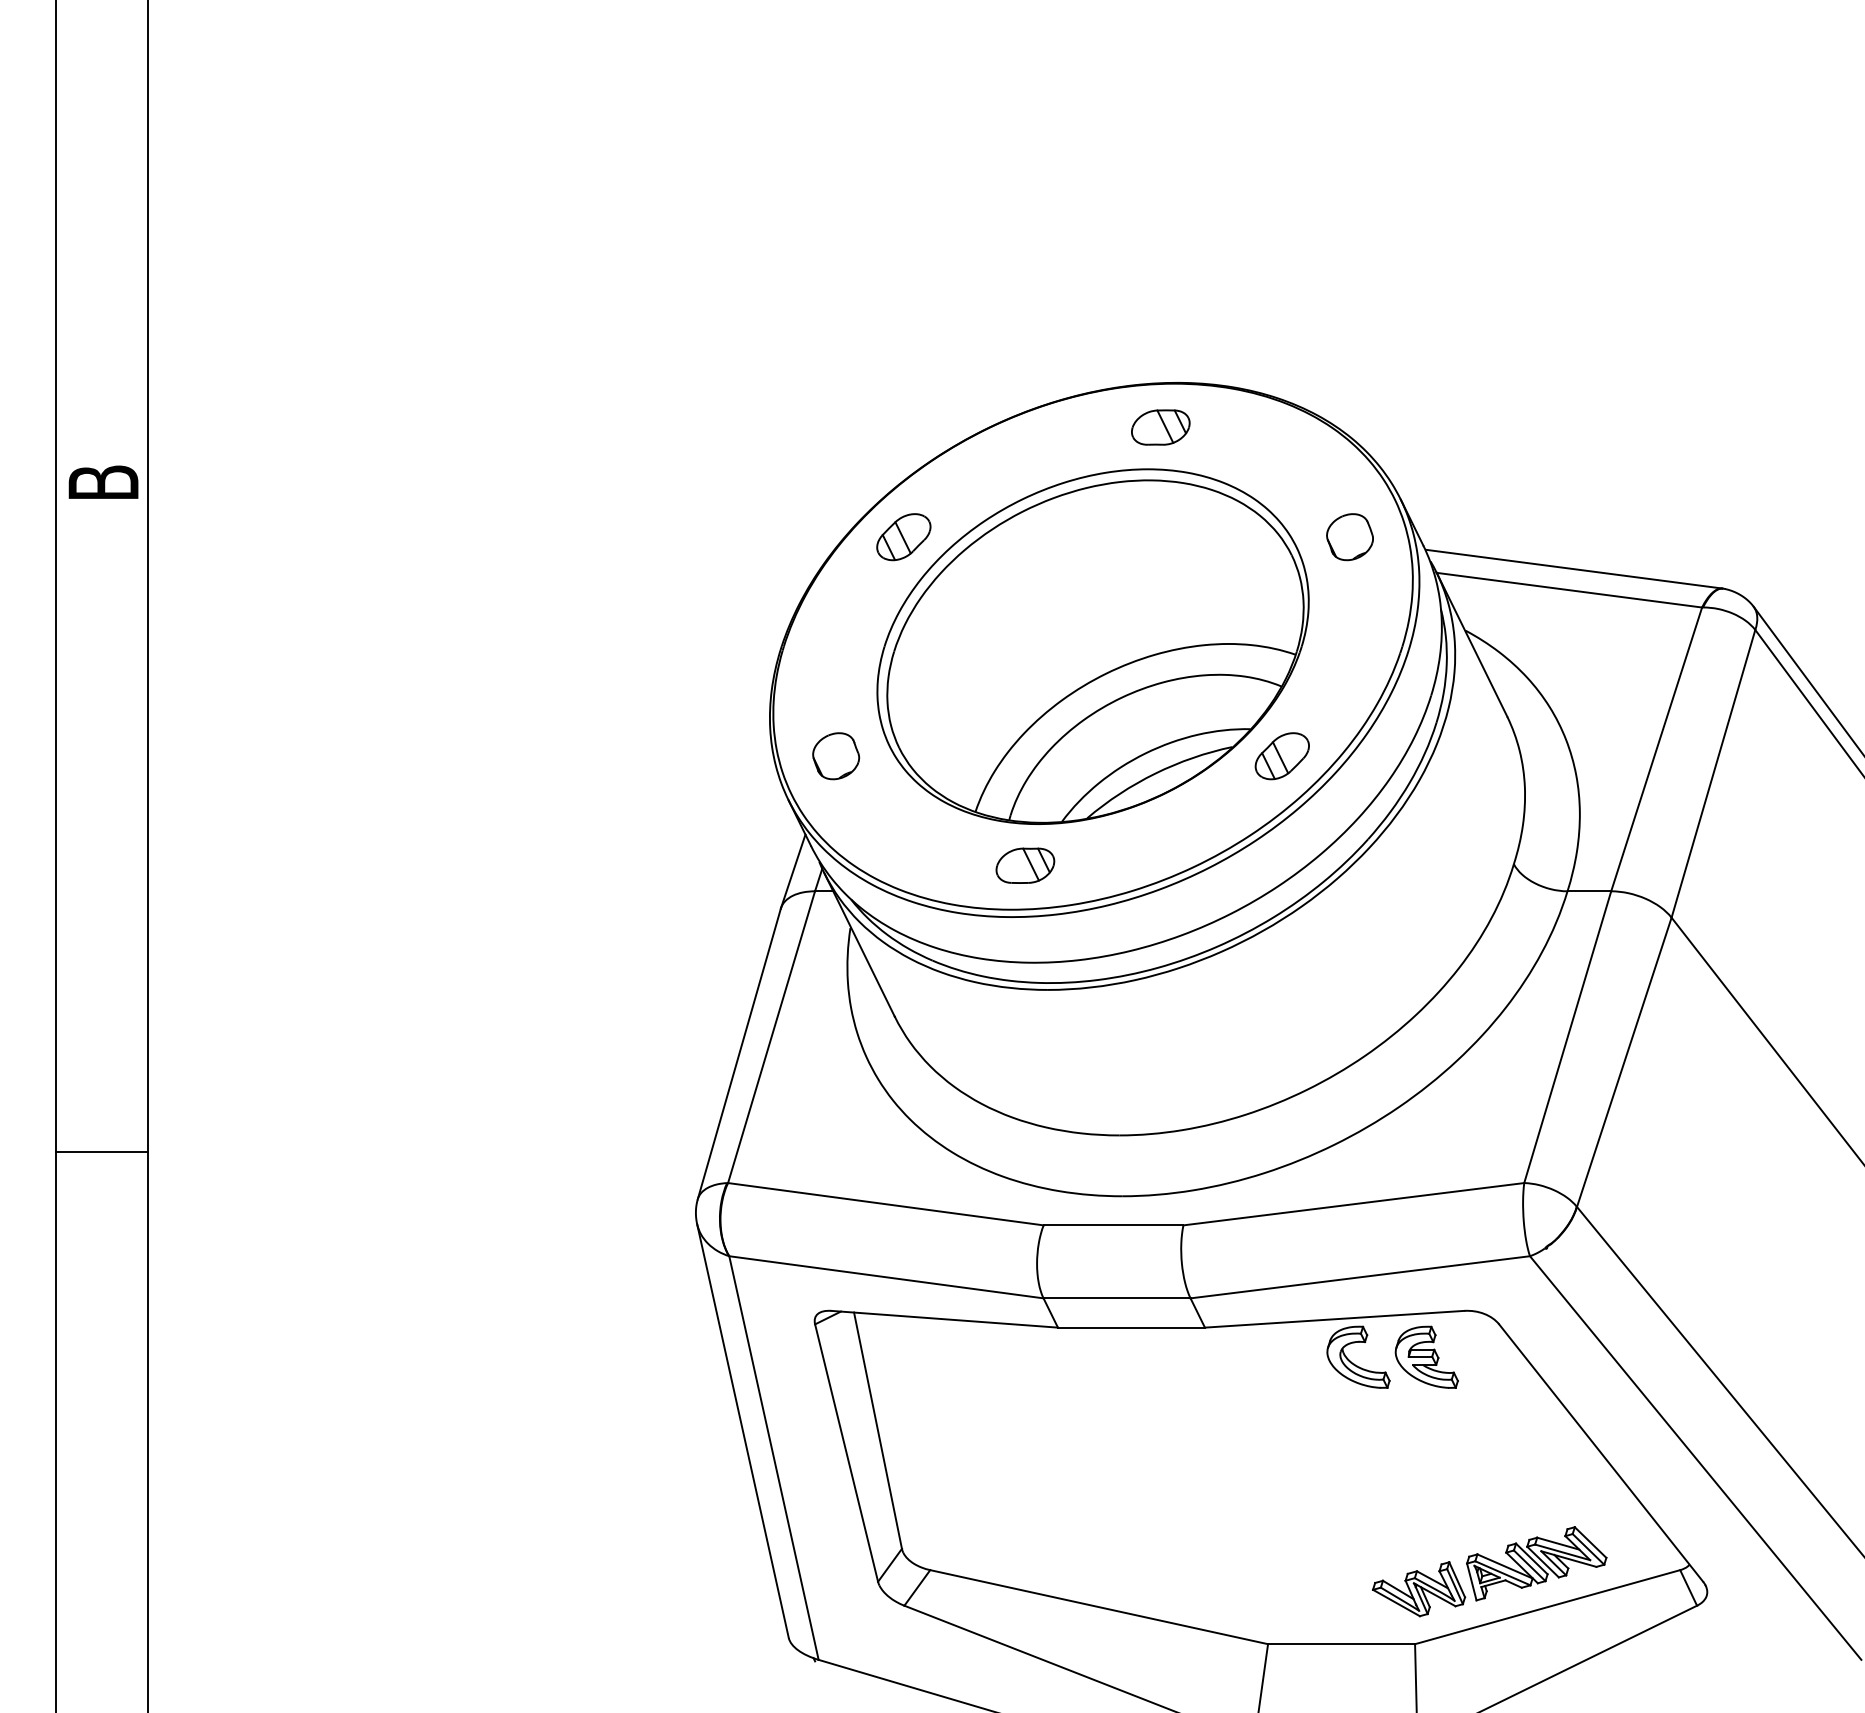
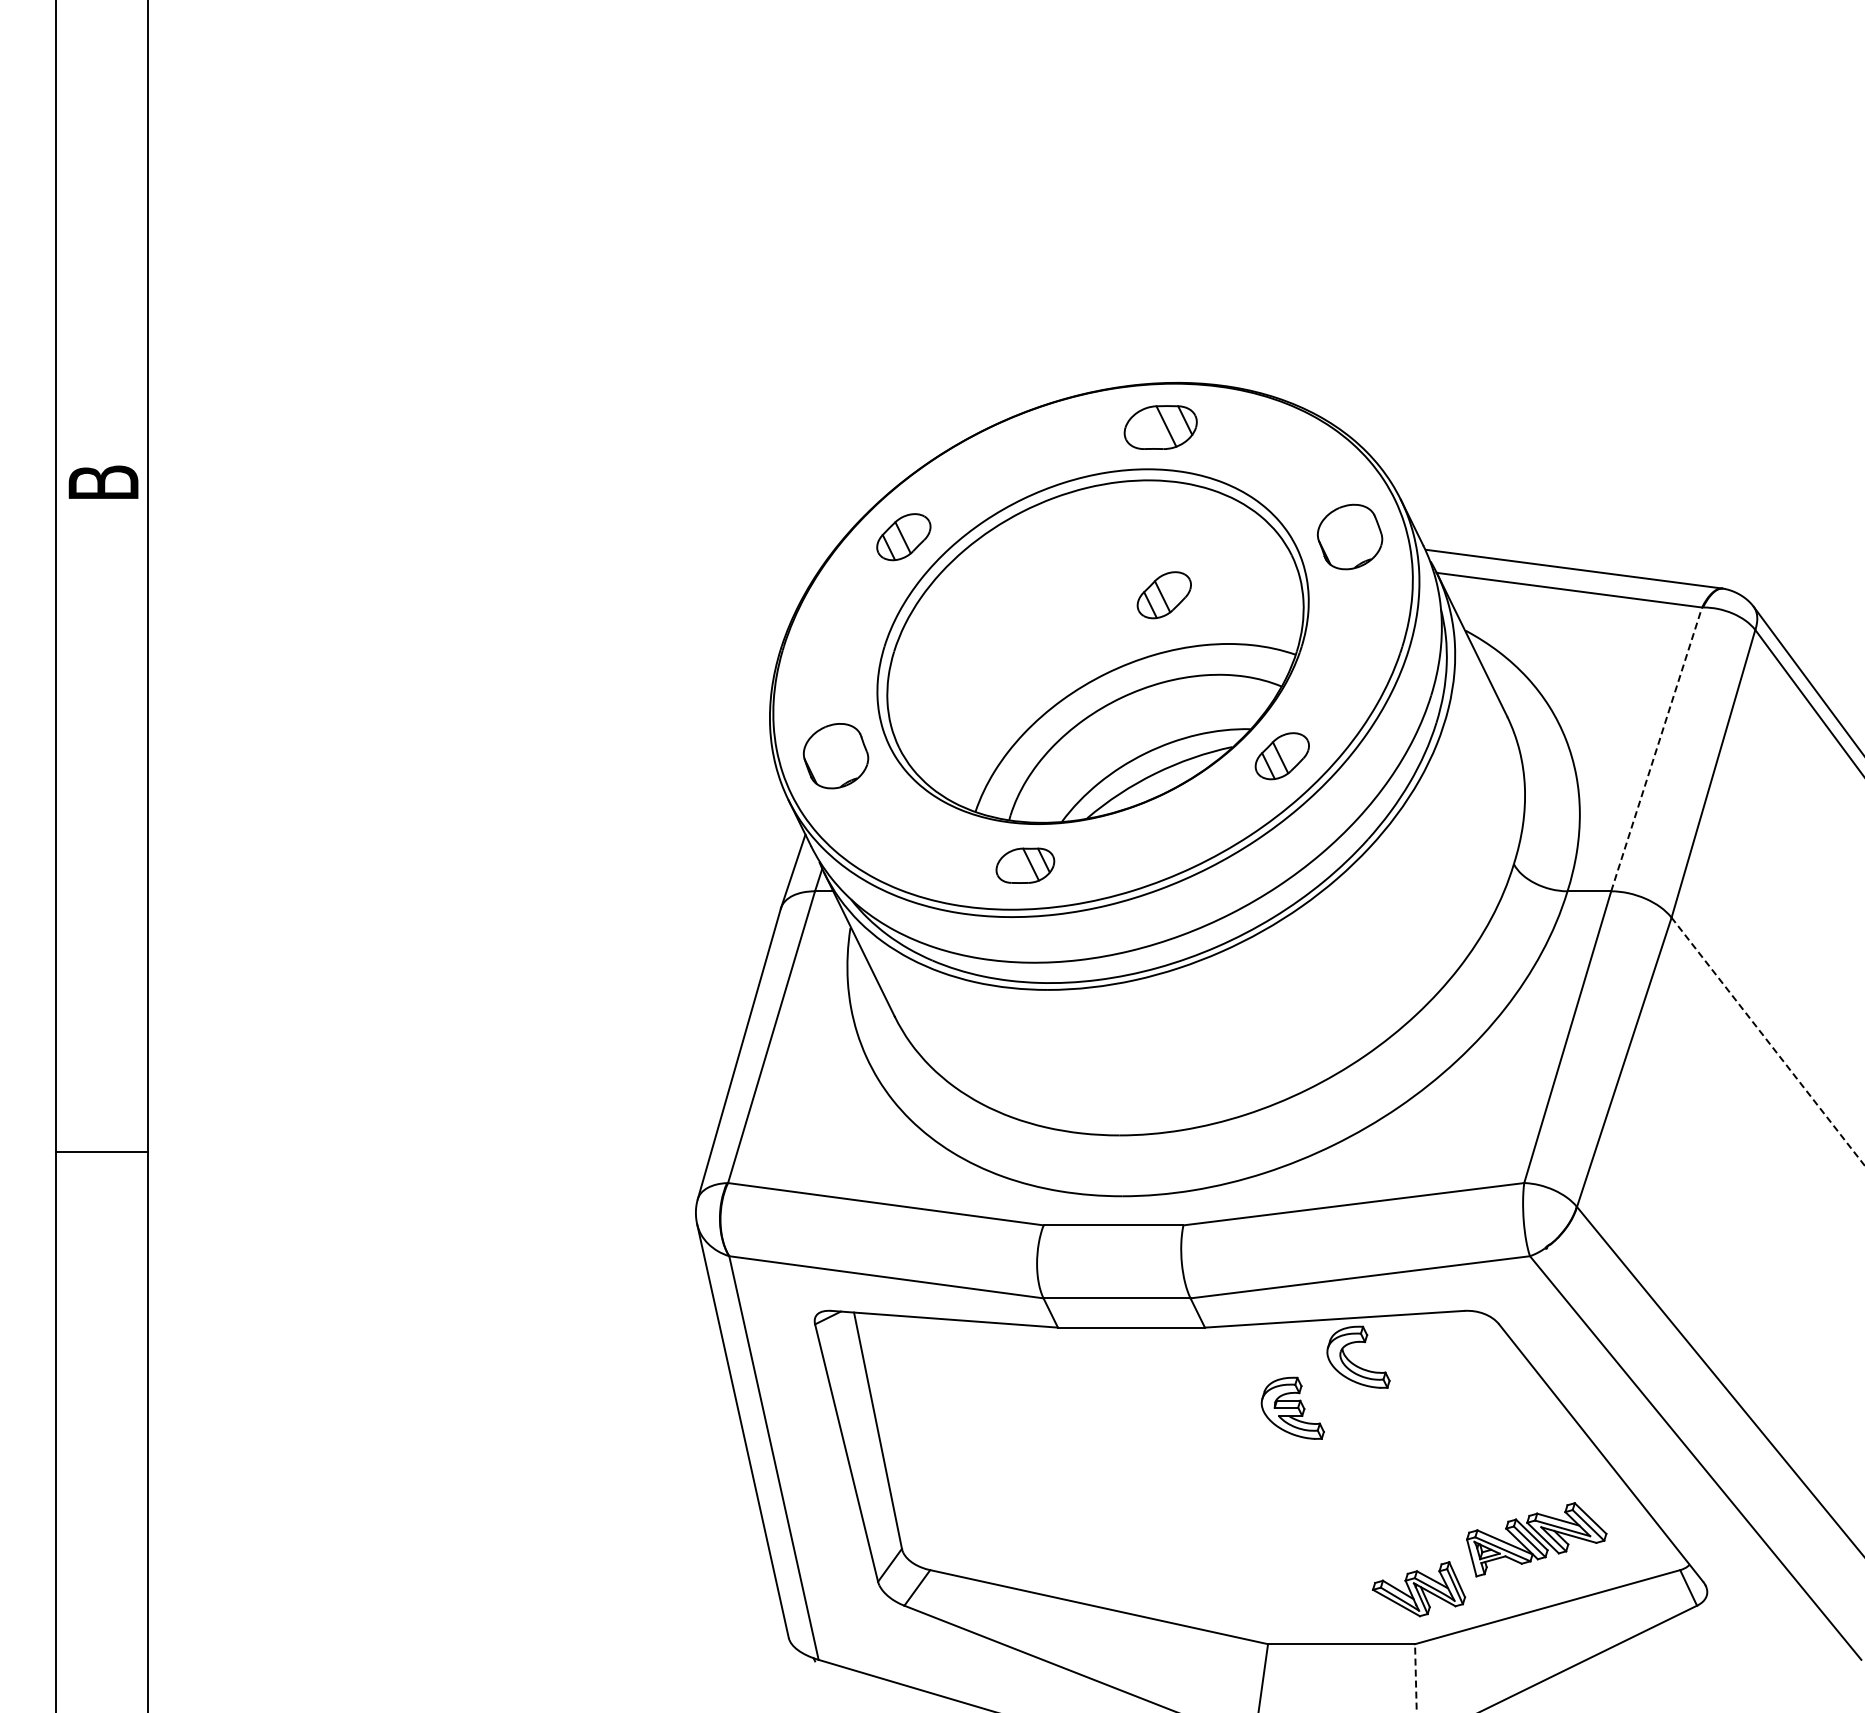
part at (1160, 427) size: 60x37 px -> 75x45 px
part at (1349, 537) size: 48x49 px -> 68x68 px
part at (1163, 595): none -> present
line at (1656, 749): solid -> dashed
part at (836, 756) size: 49x49 px -> 67x67 px
line at (1768, 1041): solid -> dashed
part at (1426, 1356) position: (1426, 1356) -> (1292, 1407)
part at (1536, 1563) position: (1536, 1563) -> (1536, 1539)
line at (1415, 1677): solid -> dashed
